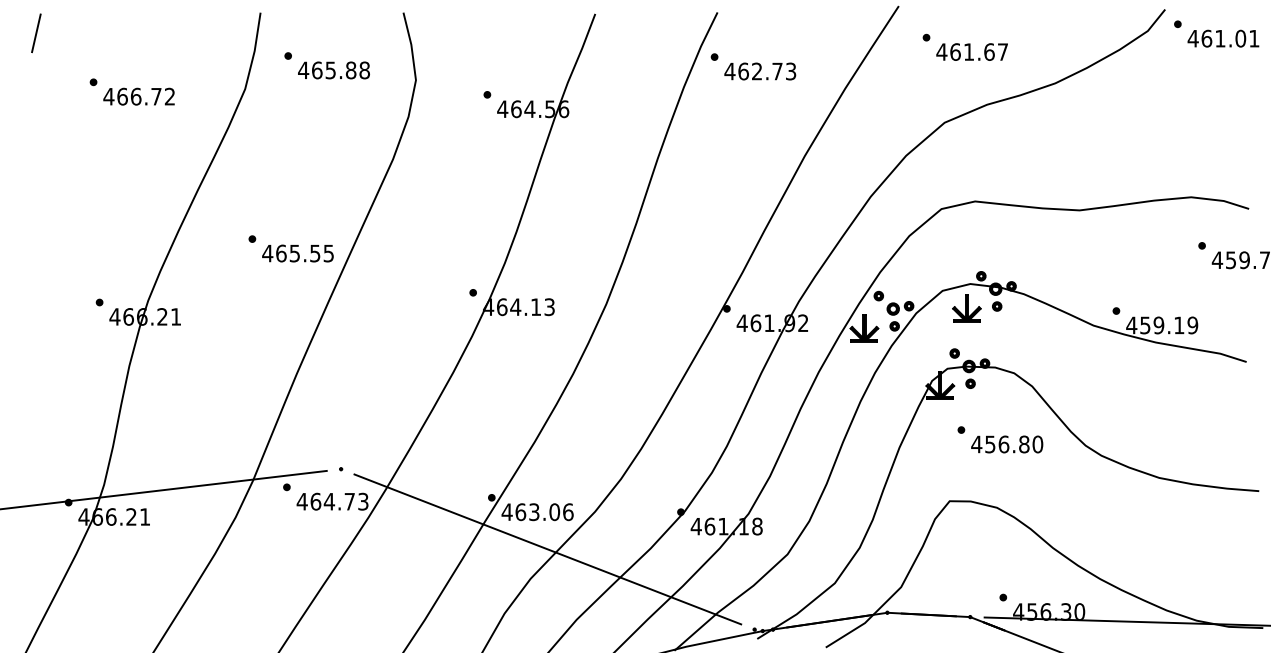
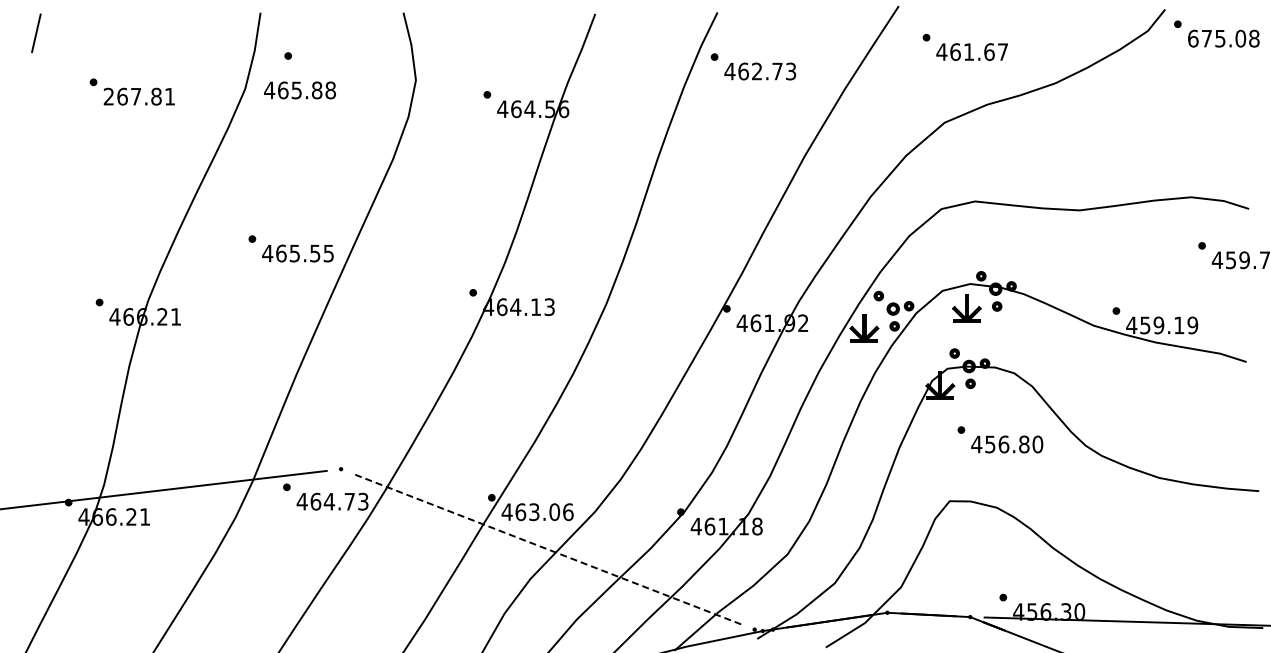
text at (1223, 38): 461.01 -> 675.08
text at (333, 70) position: (333, 70) -> (299, 90)
text at (138, 96): 466.72 -> 267.81
line at (547, 549): solid -> dashed
